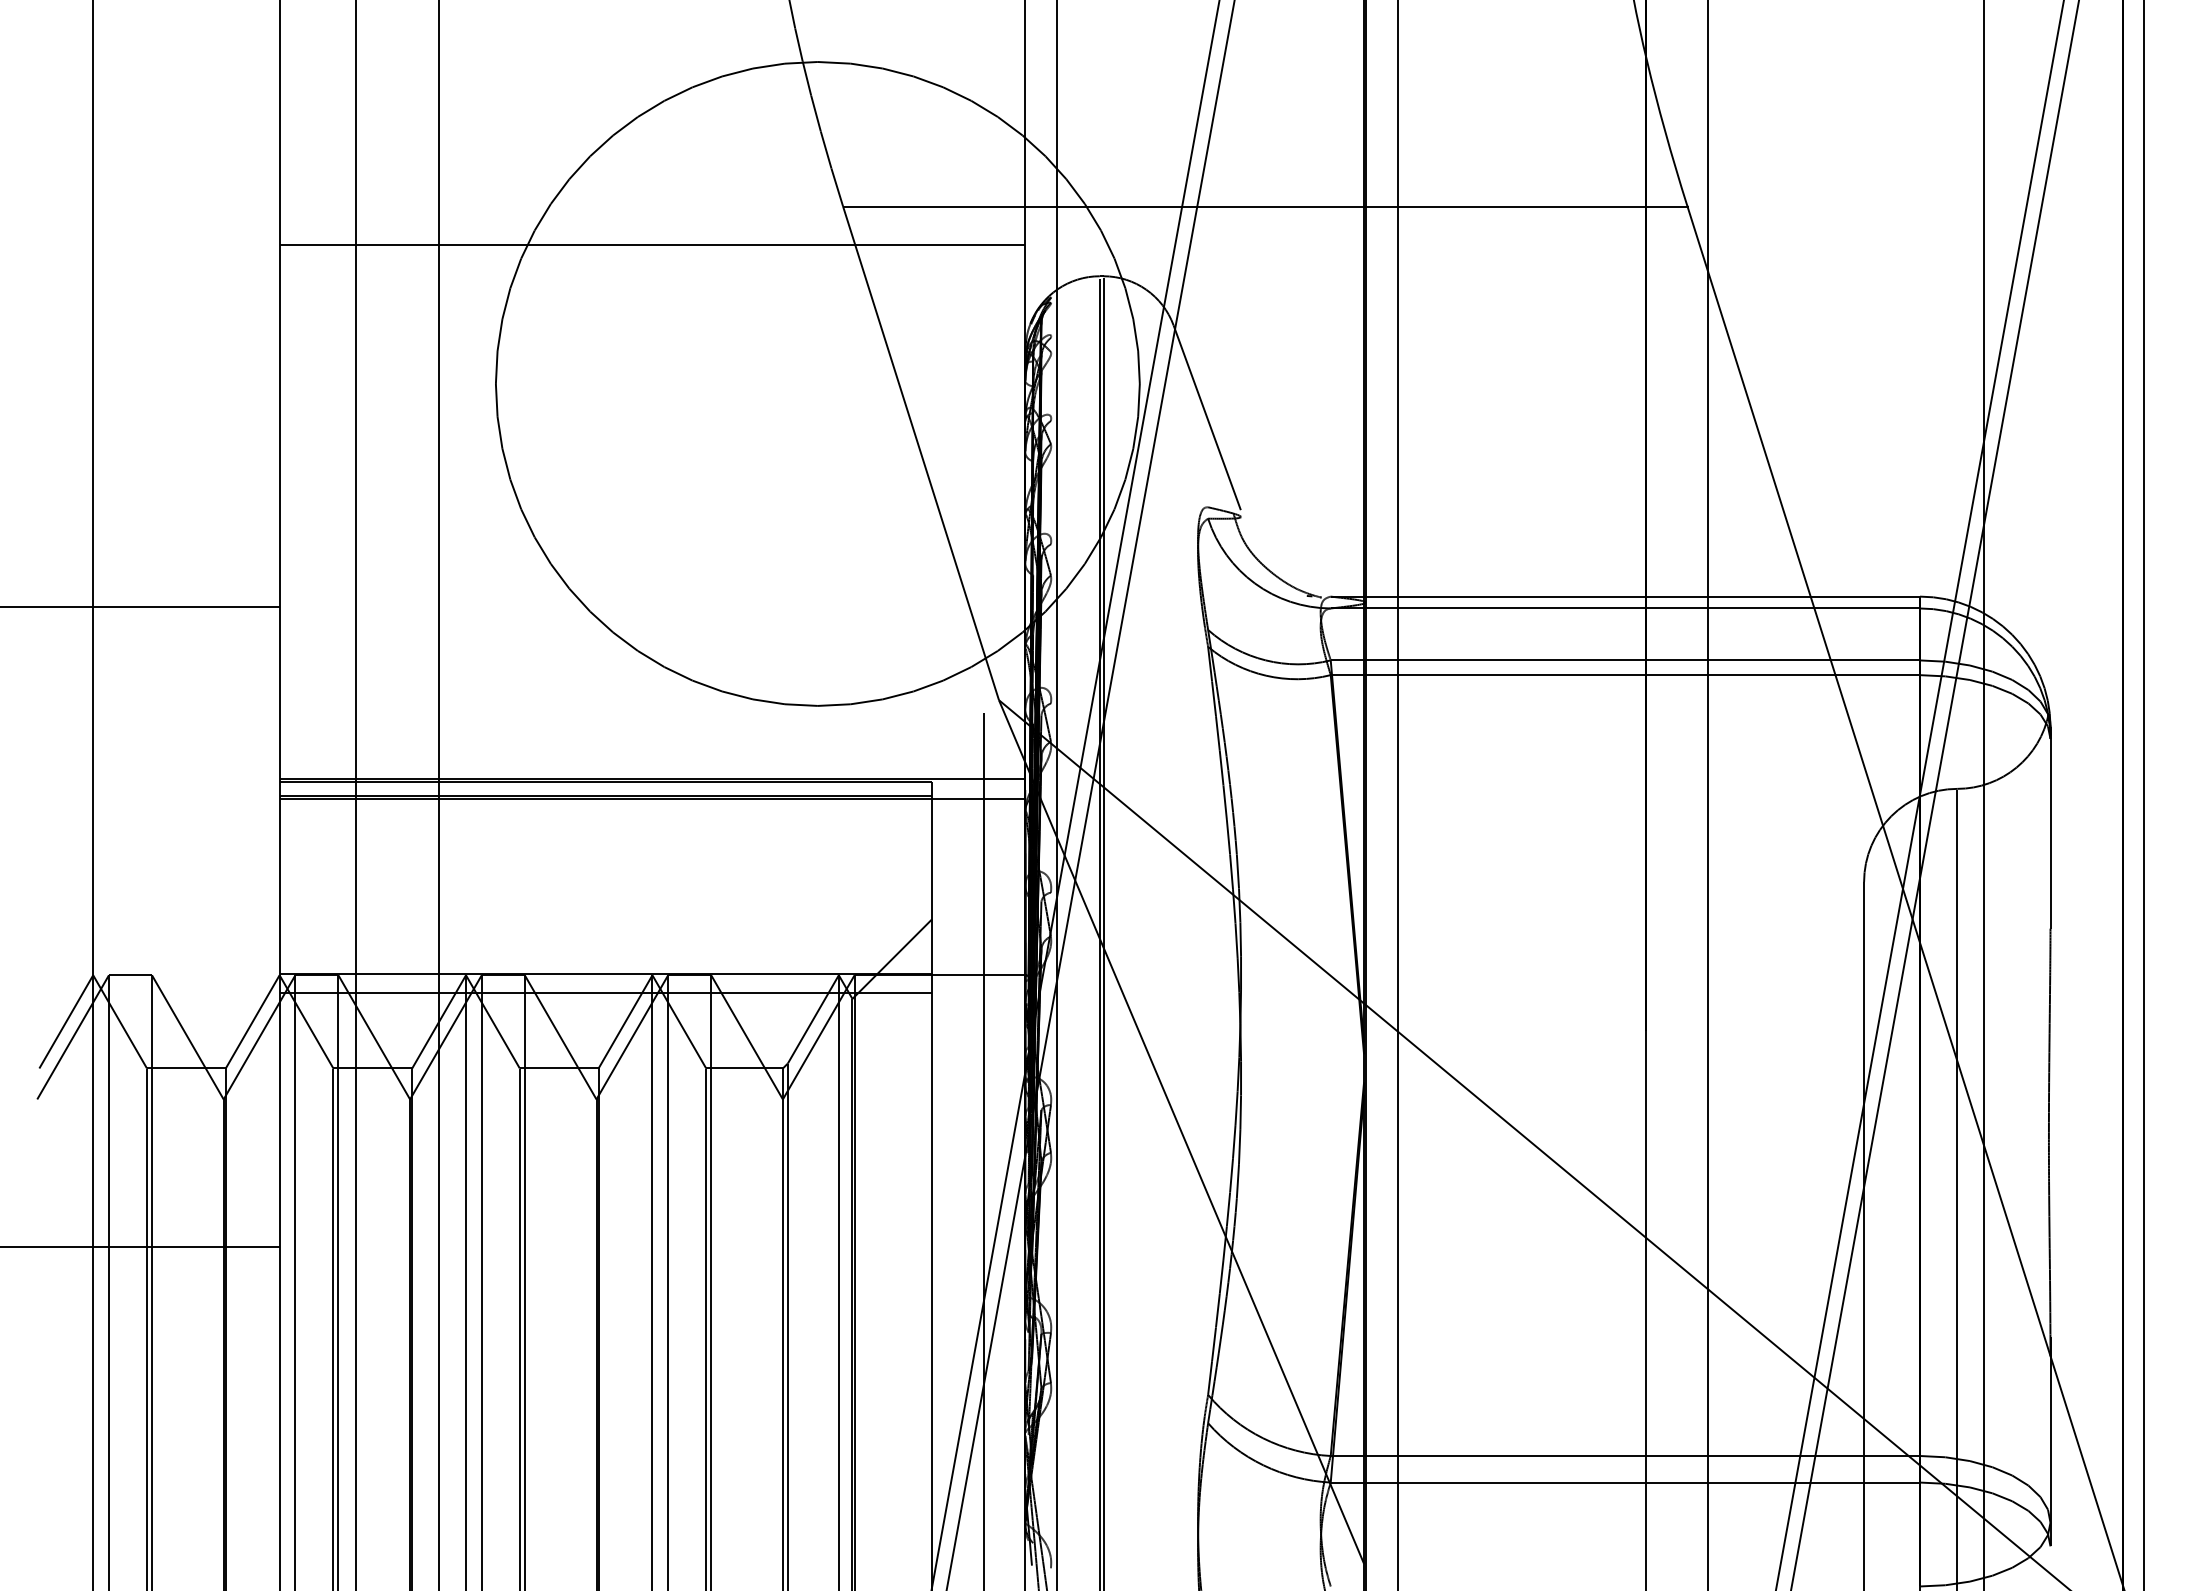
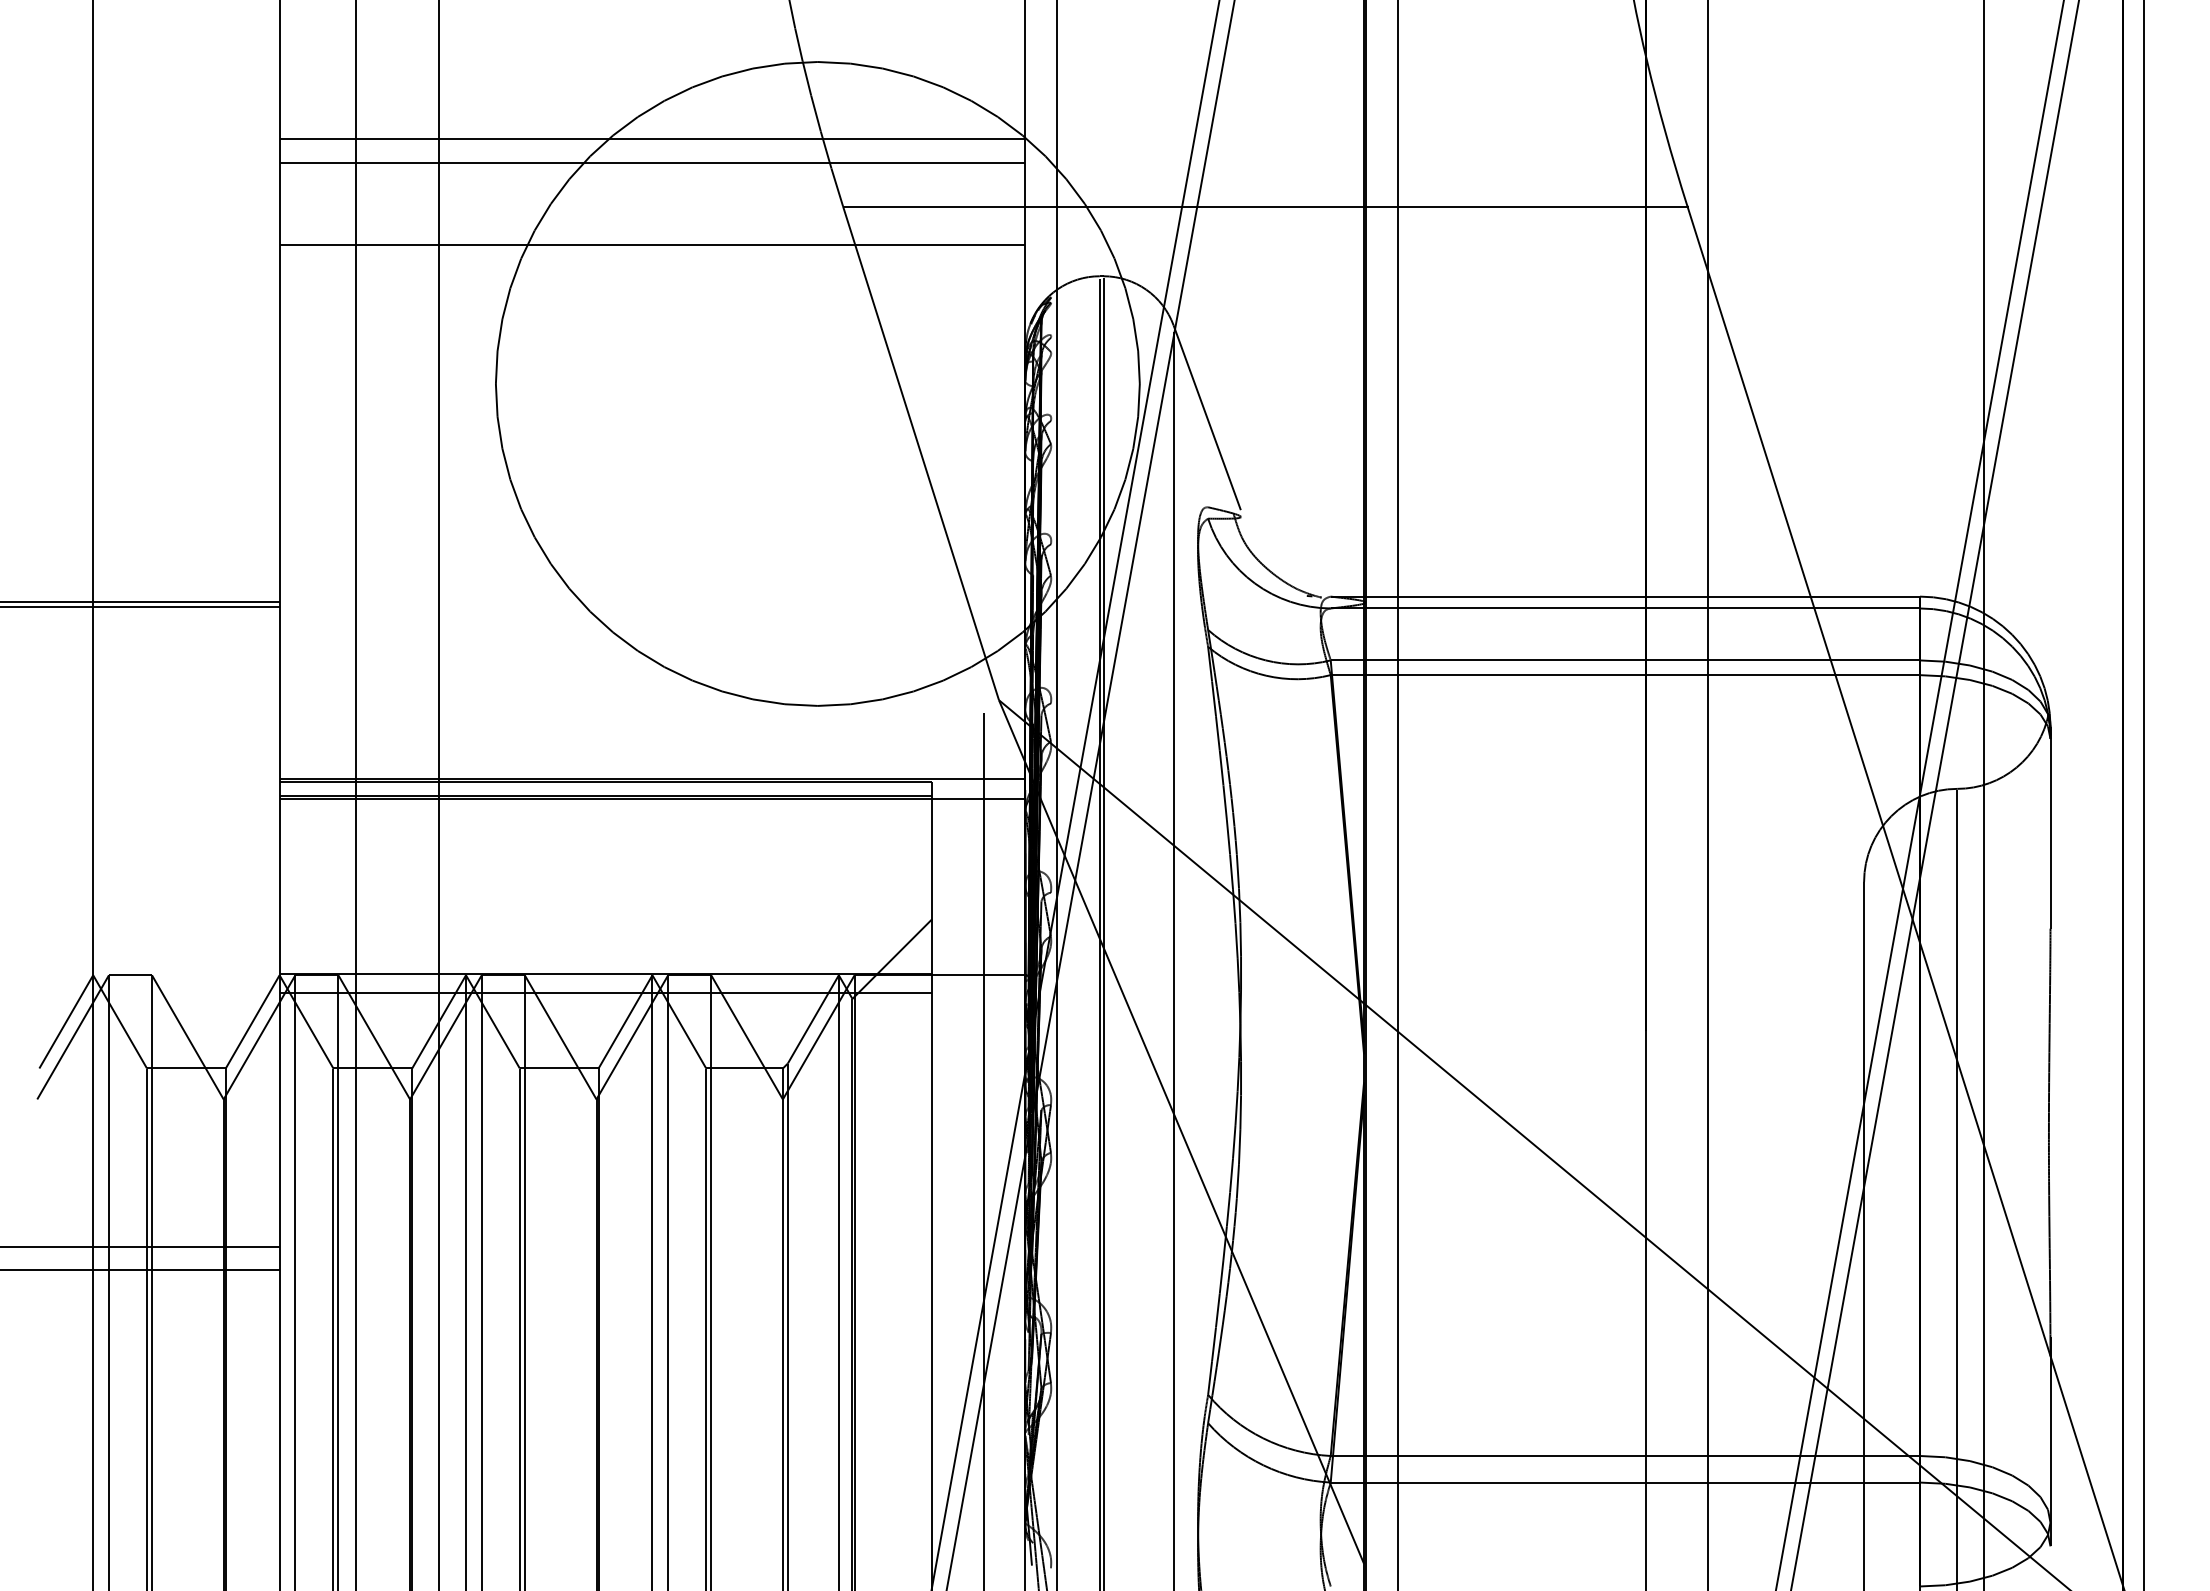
line at (652, 139): none -> present
line at (652, 162): none -> present
line at (140, 602): none -> present
line at (1173, 959): none -> present
line at (140, 1270): none -> present
